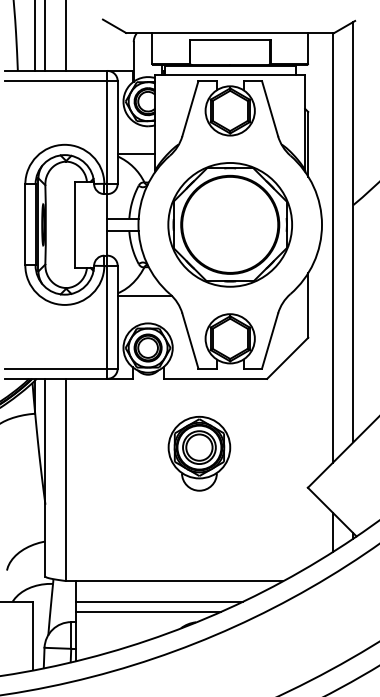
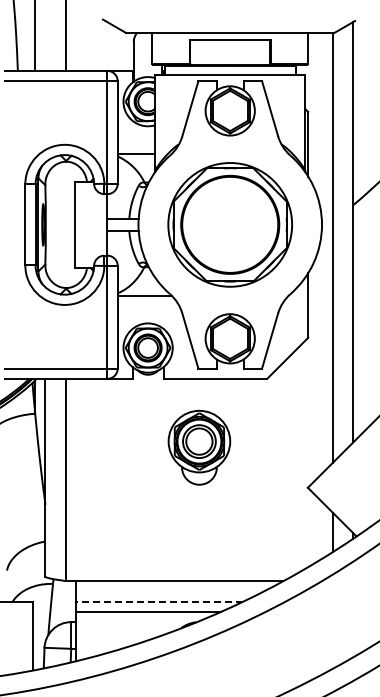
line at (45, 36): present -> none
part at (199, 453) position: (199, 453) -> (199, 447)
line at (159, 601): solid -> dashed
